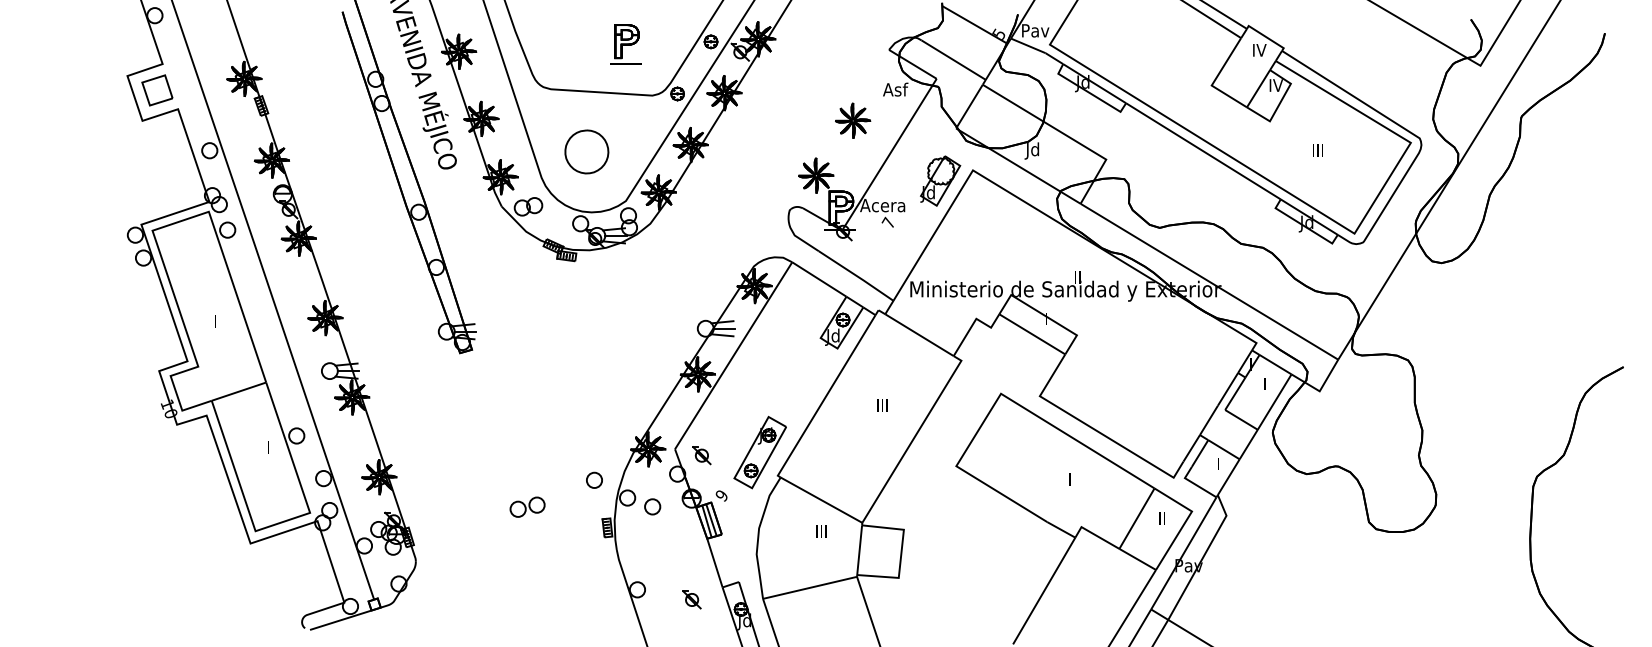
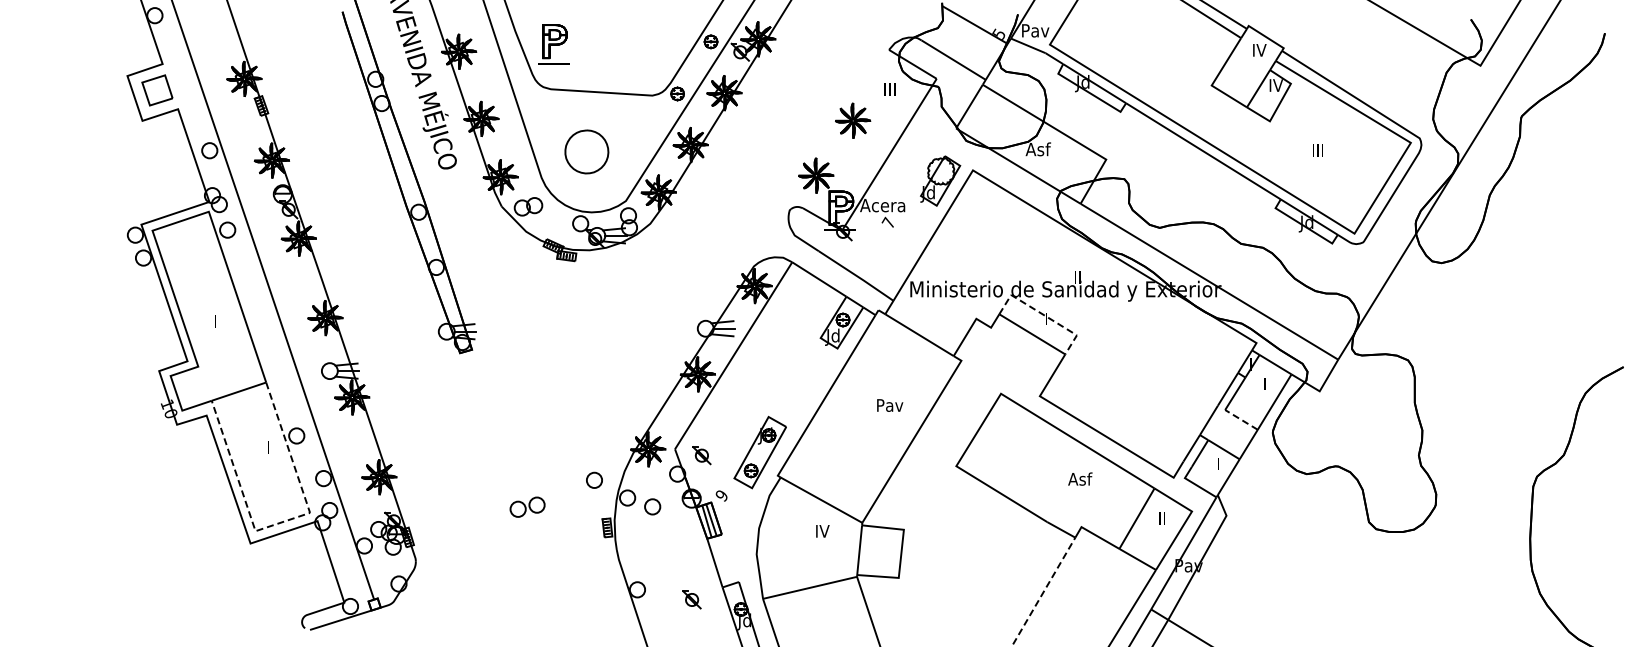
part at (625, 44) position: (625, 44) -> (553, 44)
text at (895, 89): Asf -> III
text at (1037, 150): Jd -> Asf
line at (1044, 315): solid -> dashed
text at (890, 405): III -> Pav
line at (1241, 419): solid -> dashed
text at (1080, 478): I -> Asf
line at (282, 522): solid -> dashed
text at (822, 531): III -> IV
line at (1044, 591): solid -> dashed
